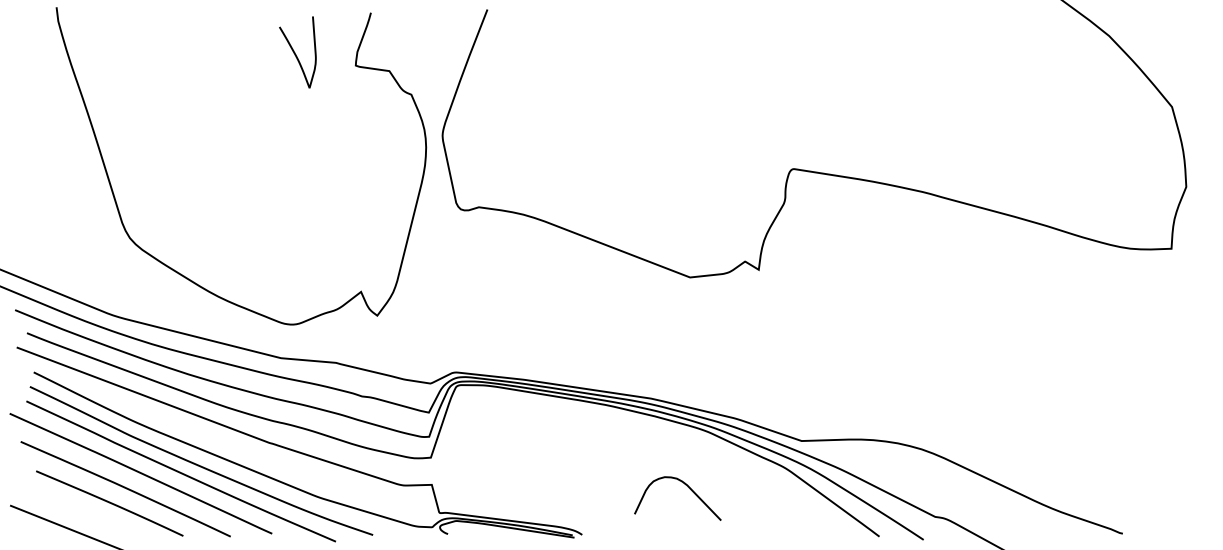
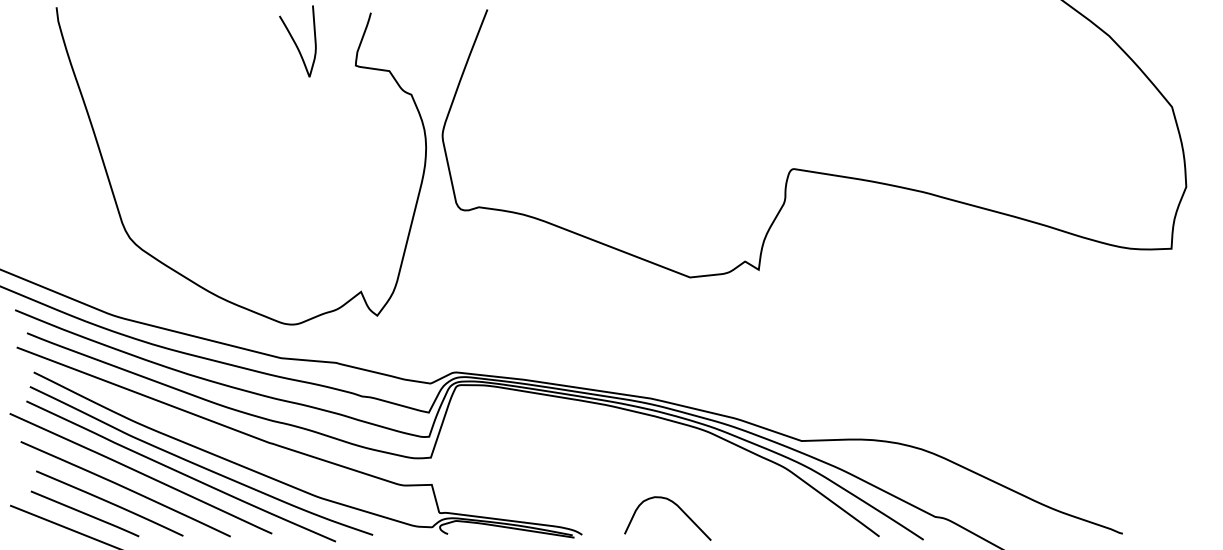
curve at (295, 52) position: (295, 52) -> (295, 41)
curve at (688, 488) position: (688, 488) -> (678, 508)
line at (84, 513): none -> present
